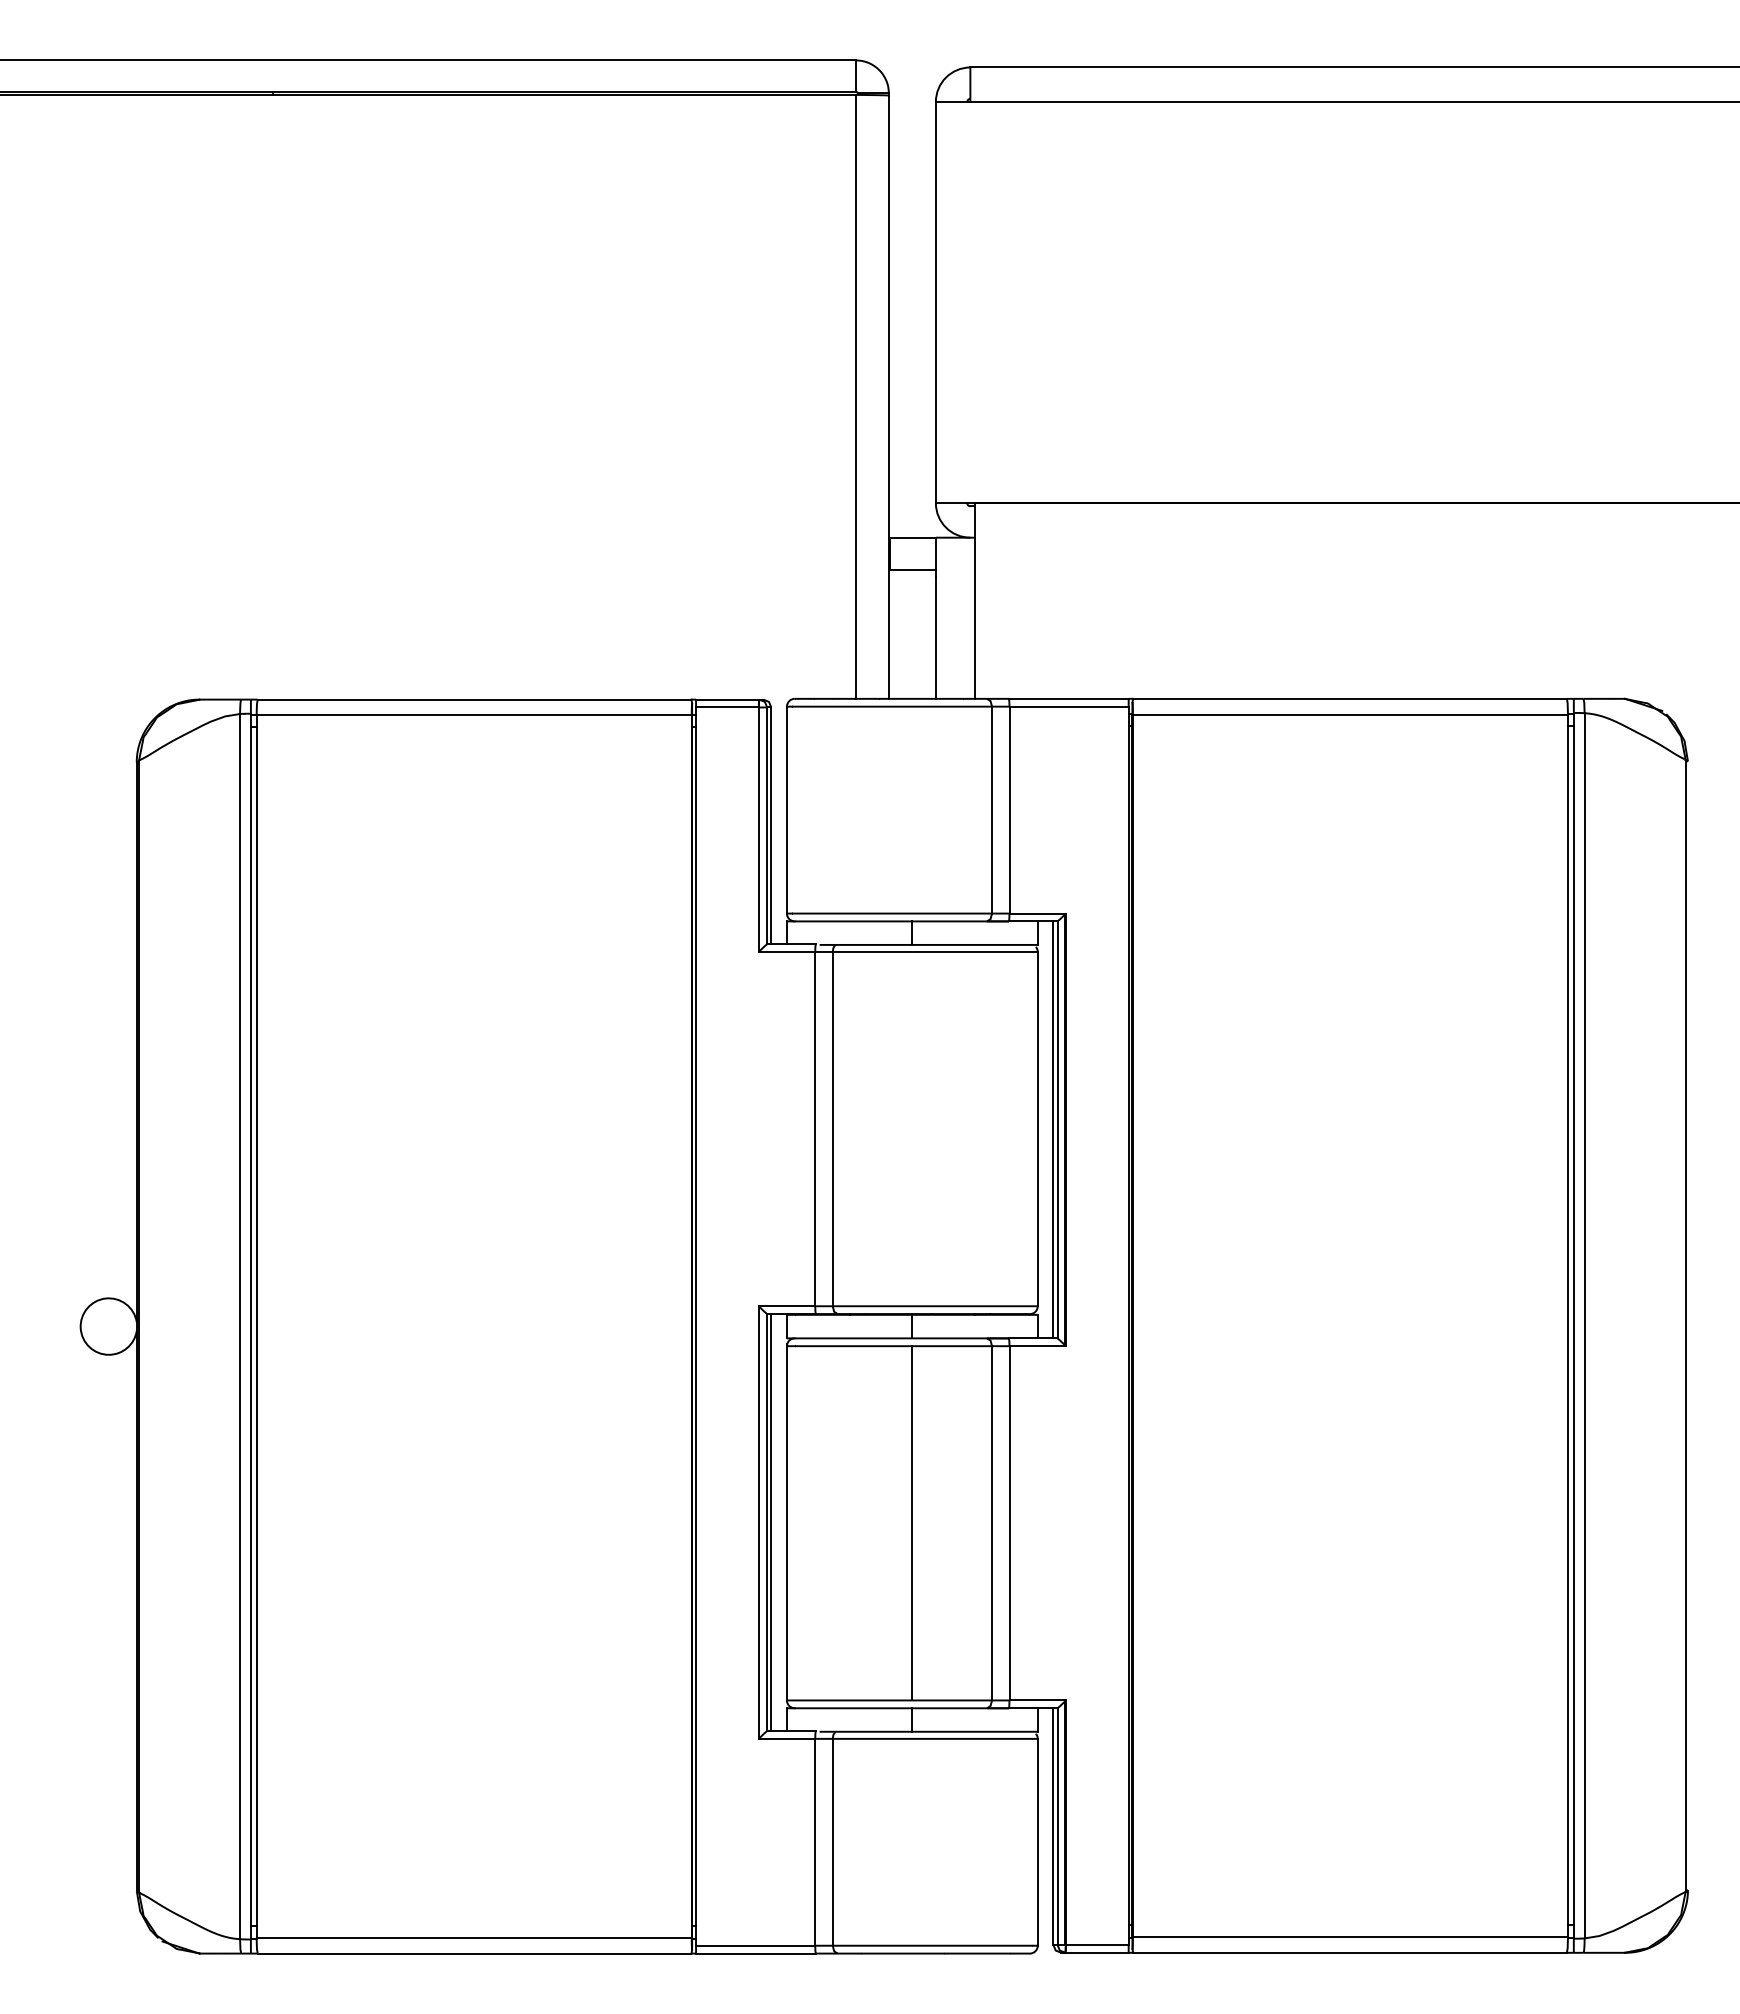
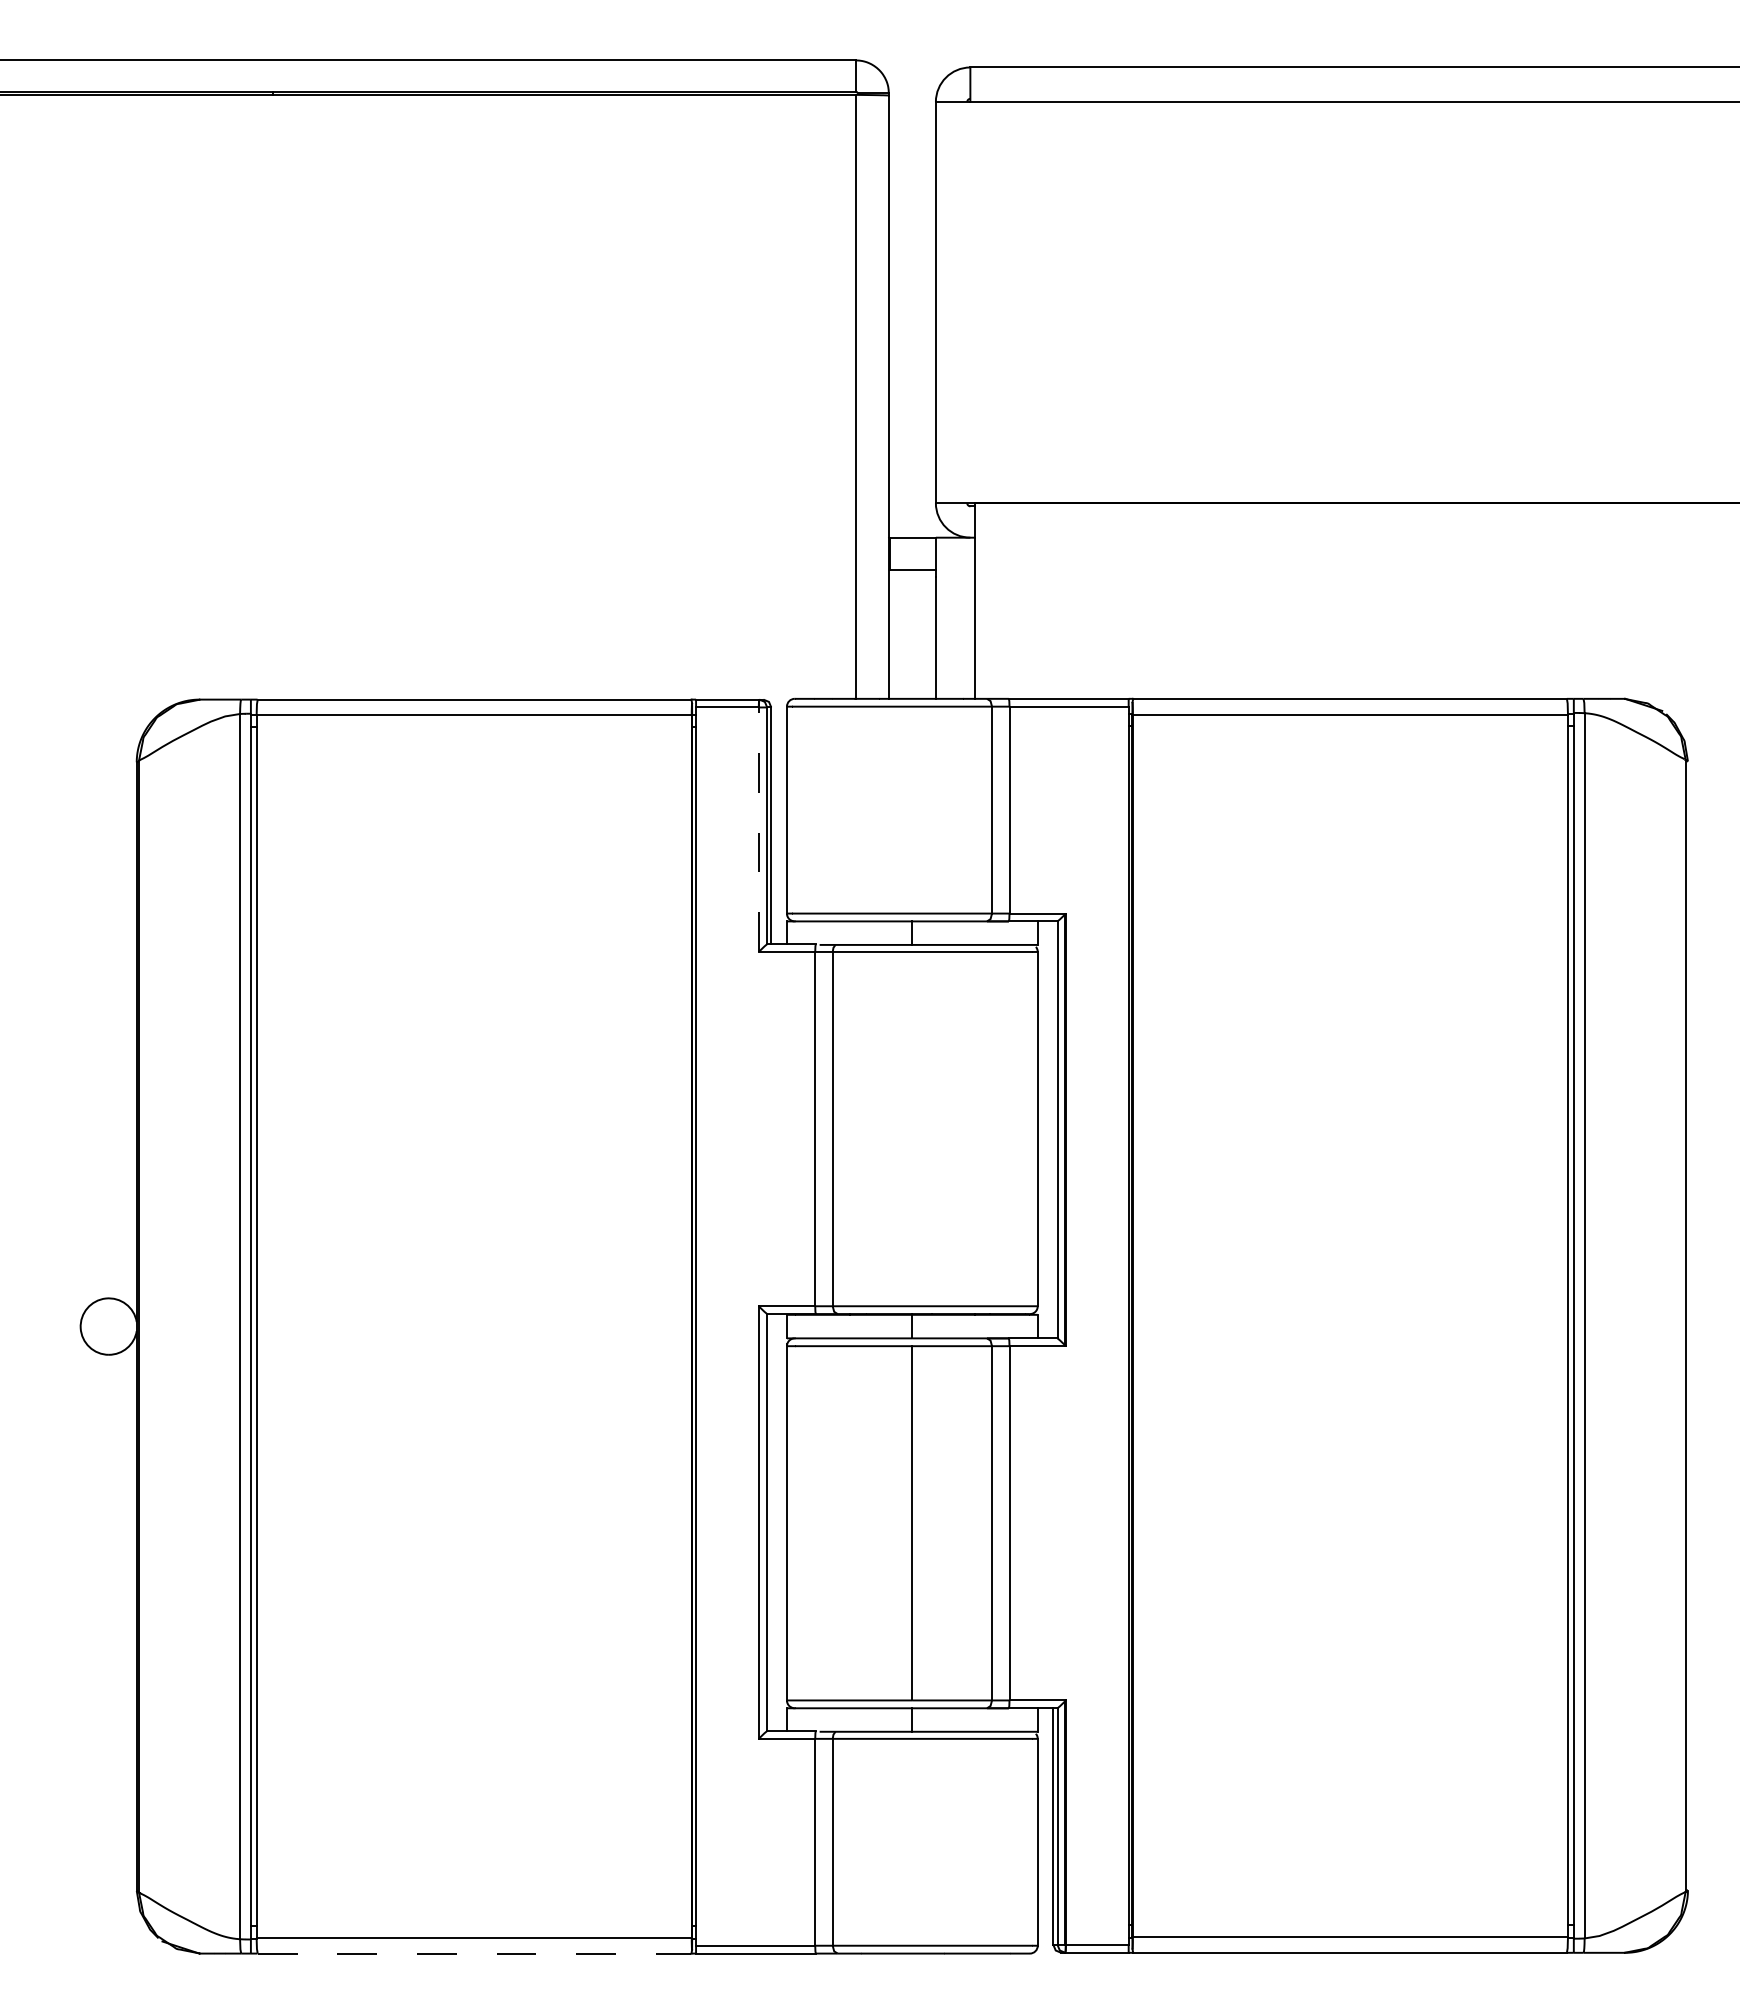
line at (758, 829): solid -> dashed
line at (1053, 1129): present -> none
line at (771, 1522): present -> none
line at (474, 1953): solid -> dashed
